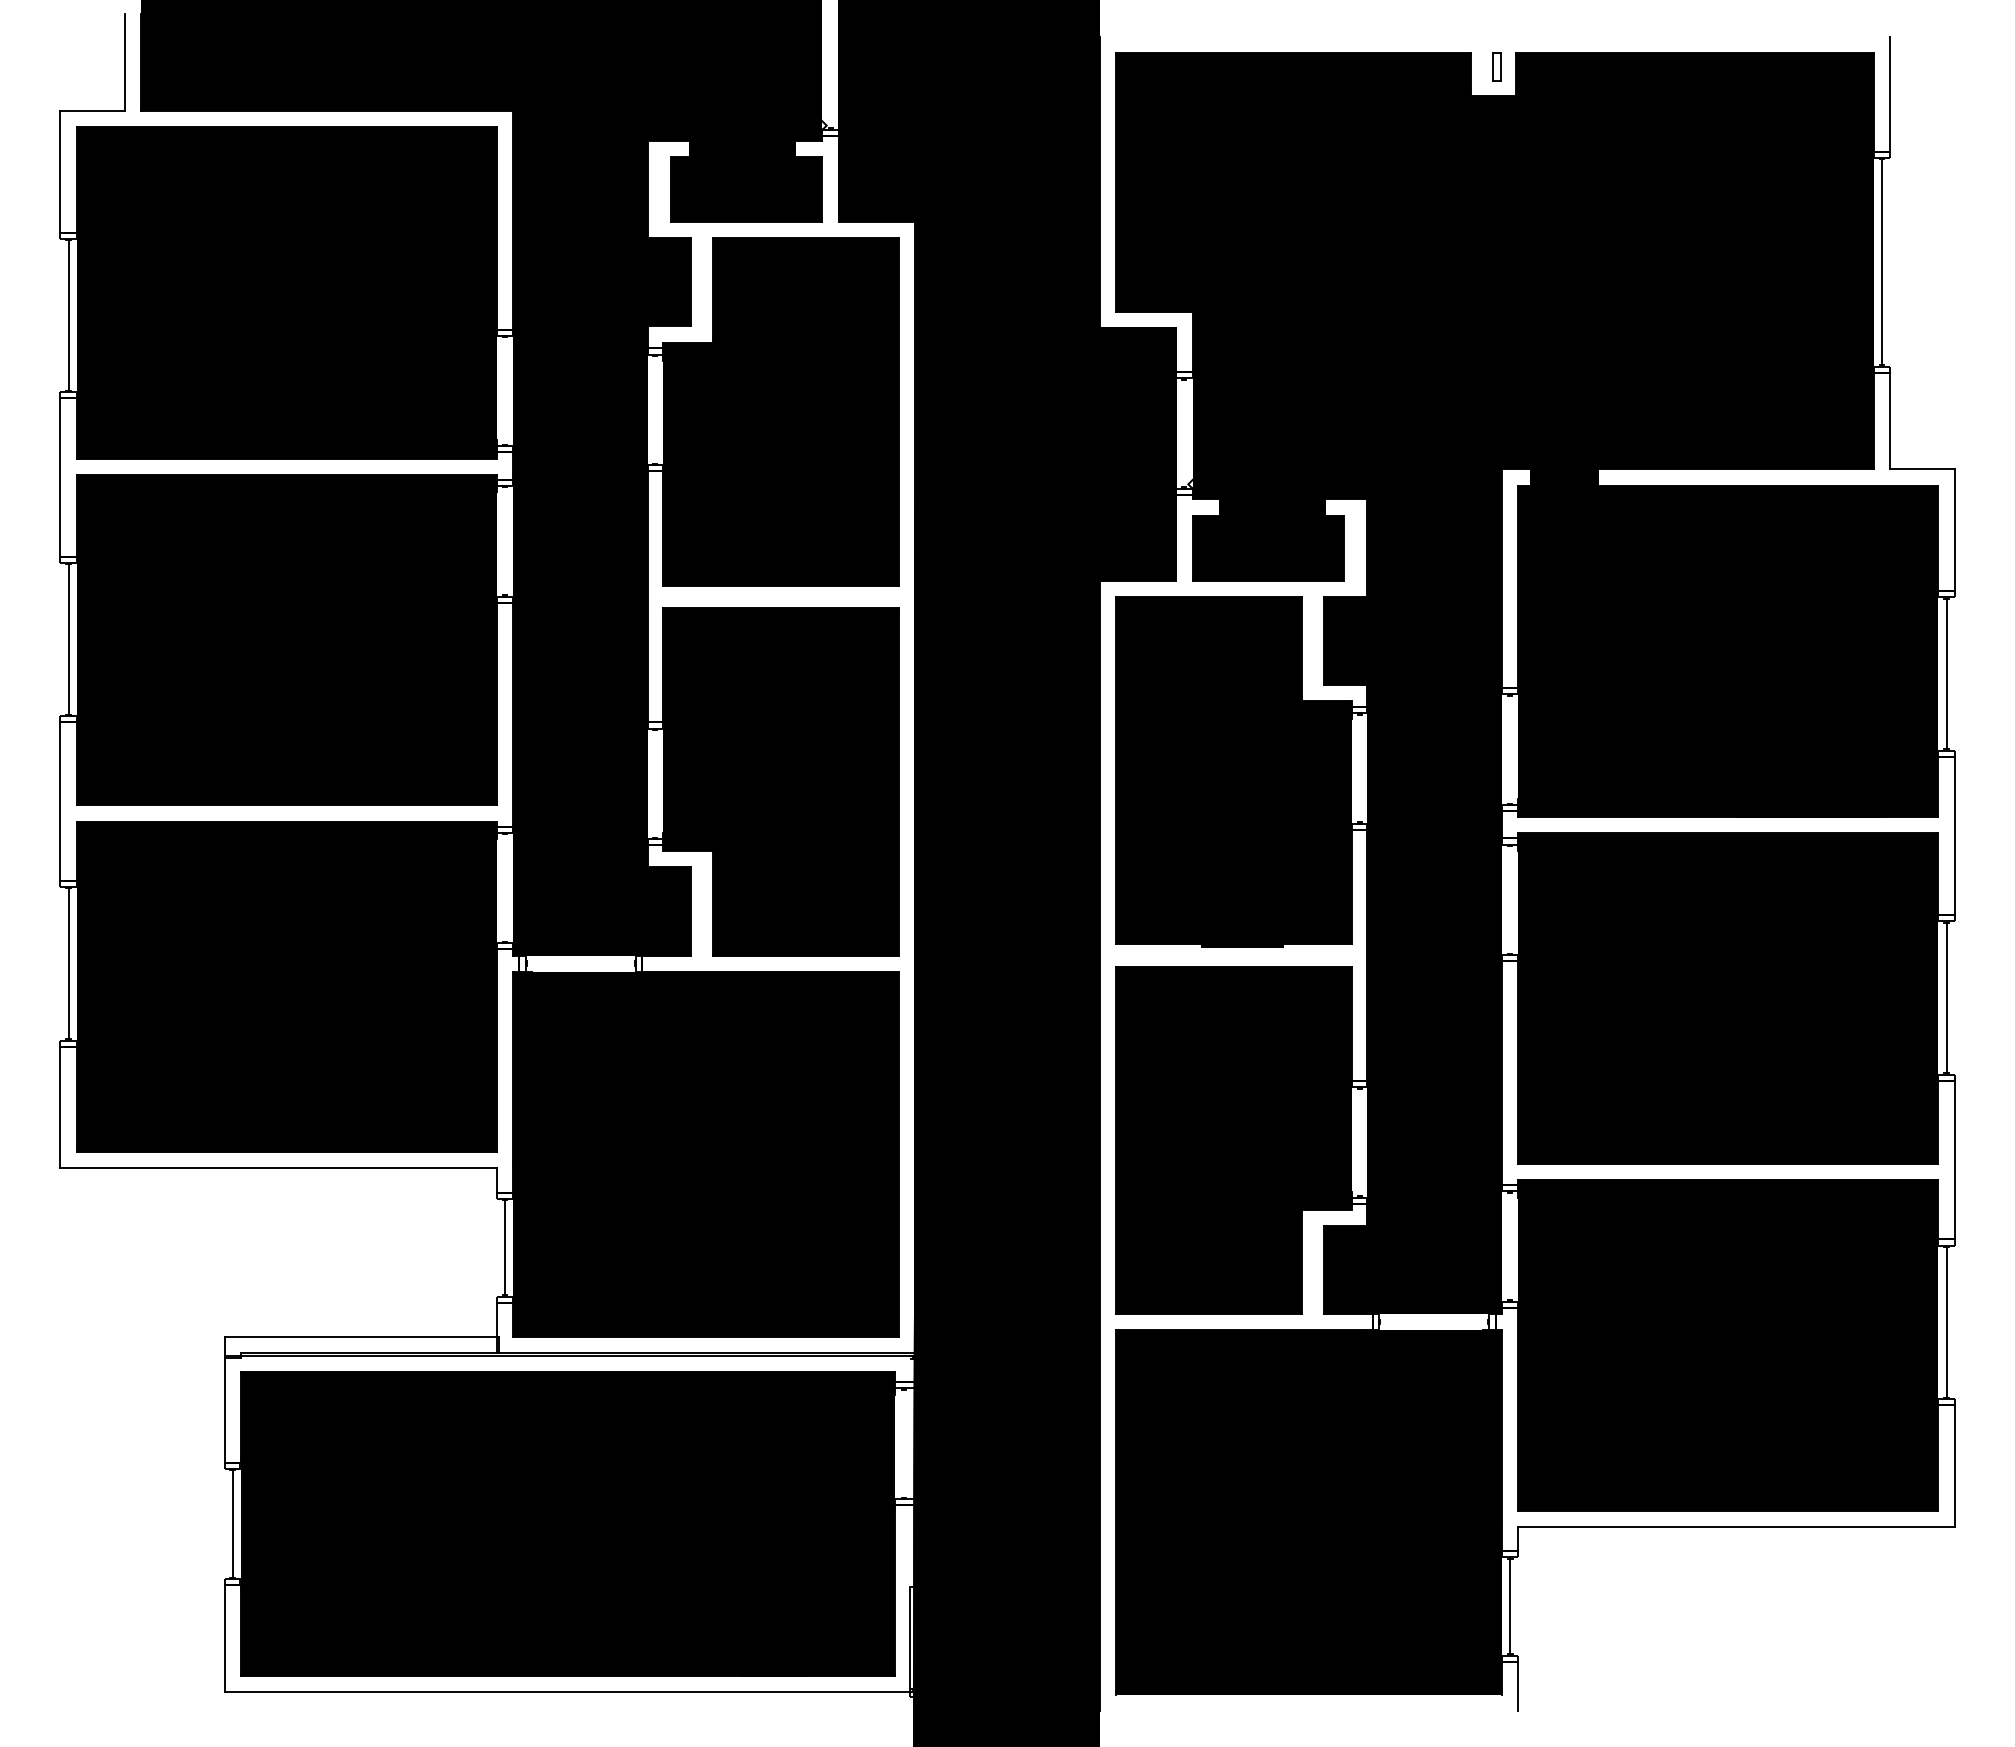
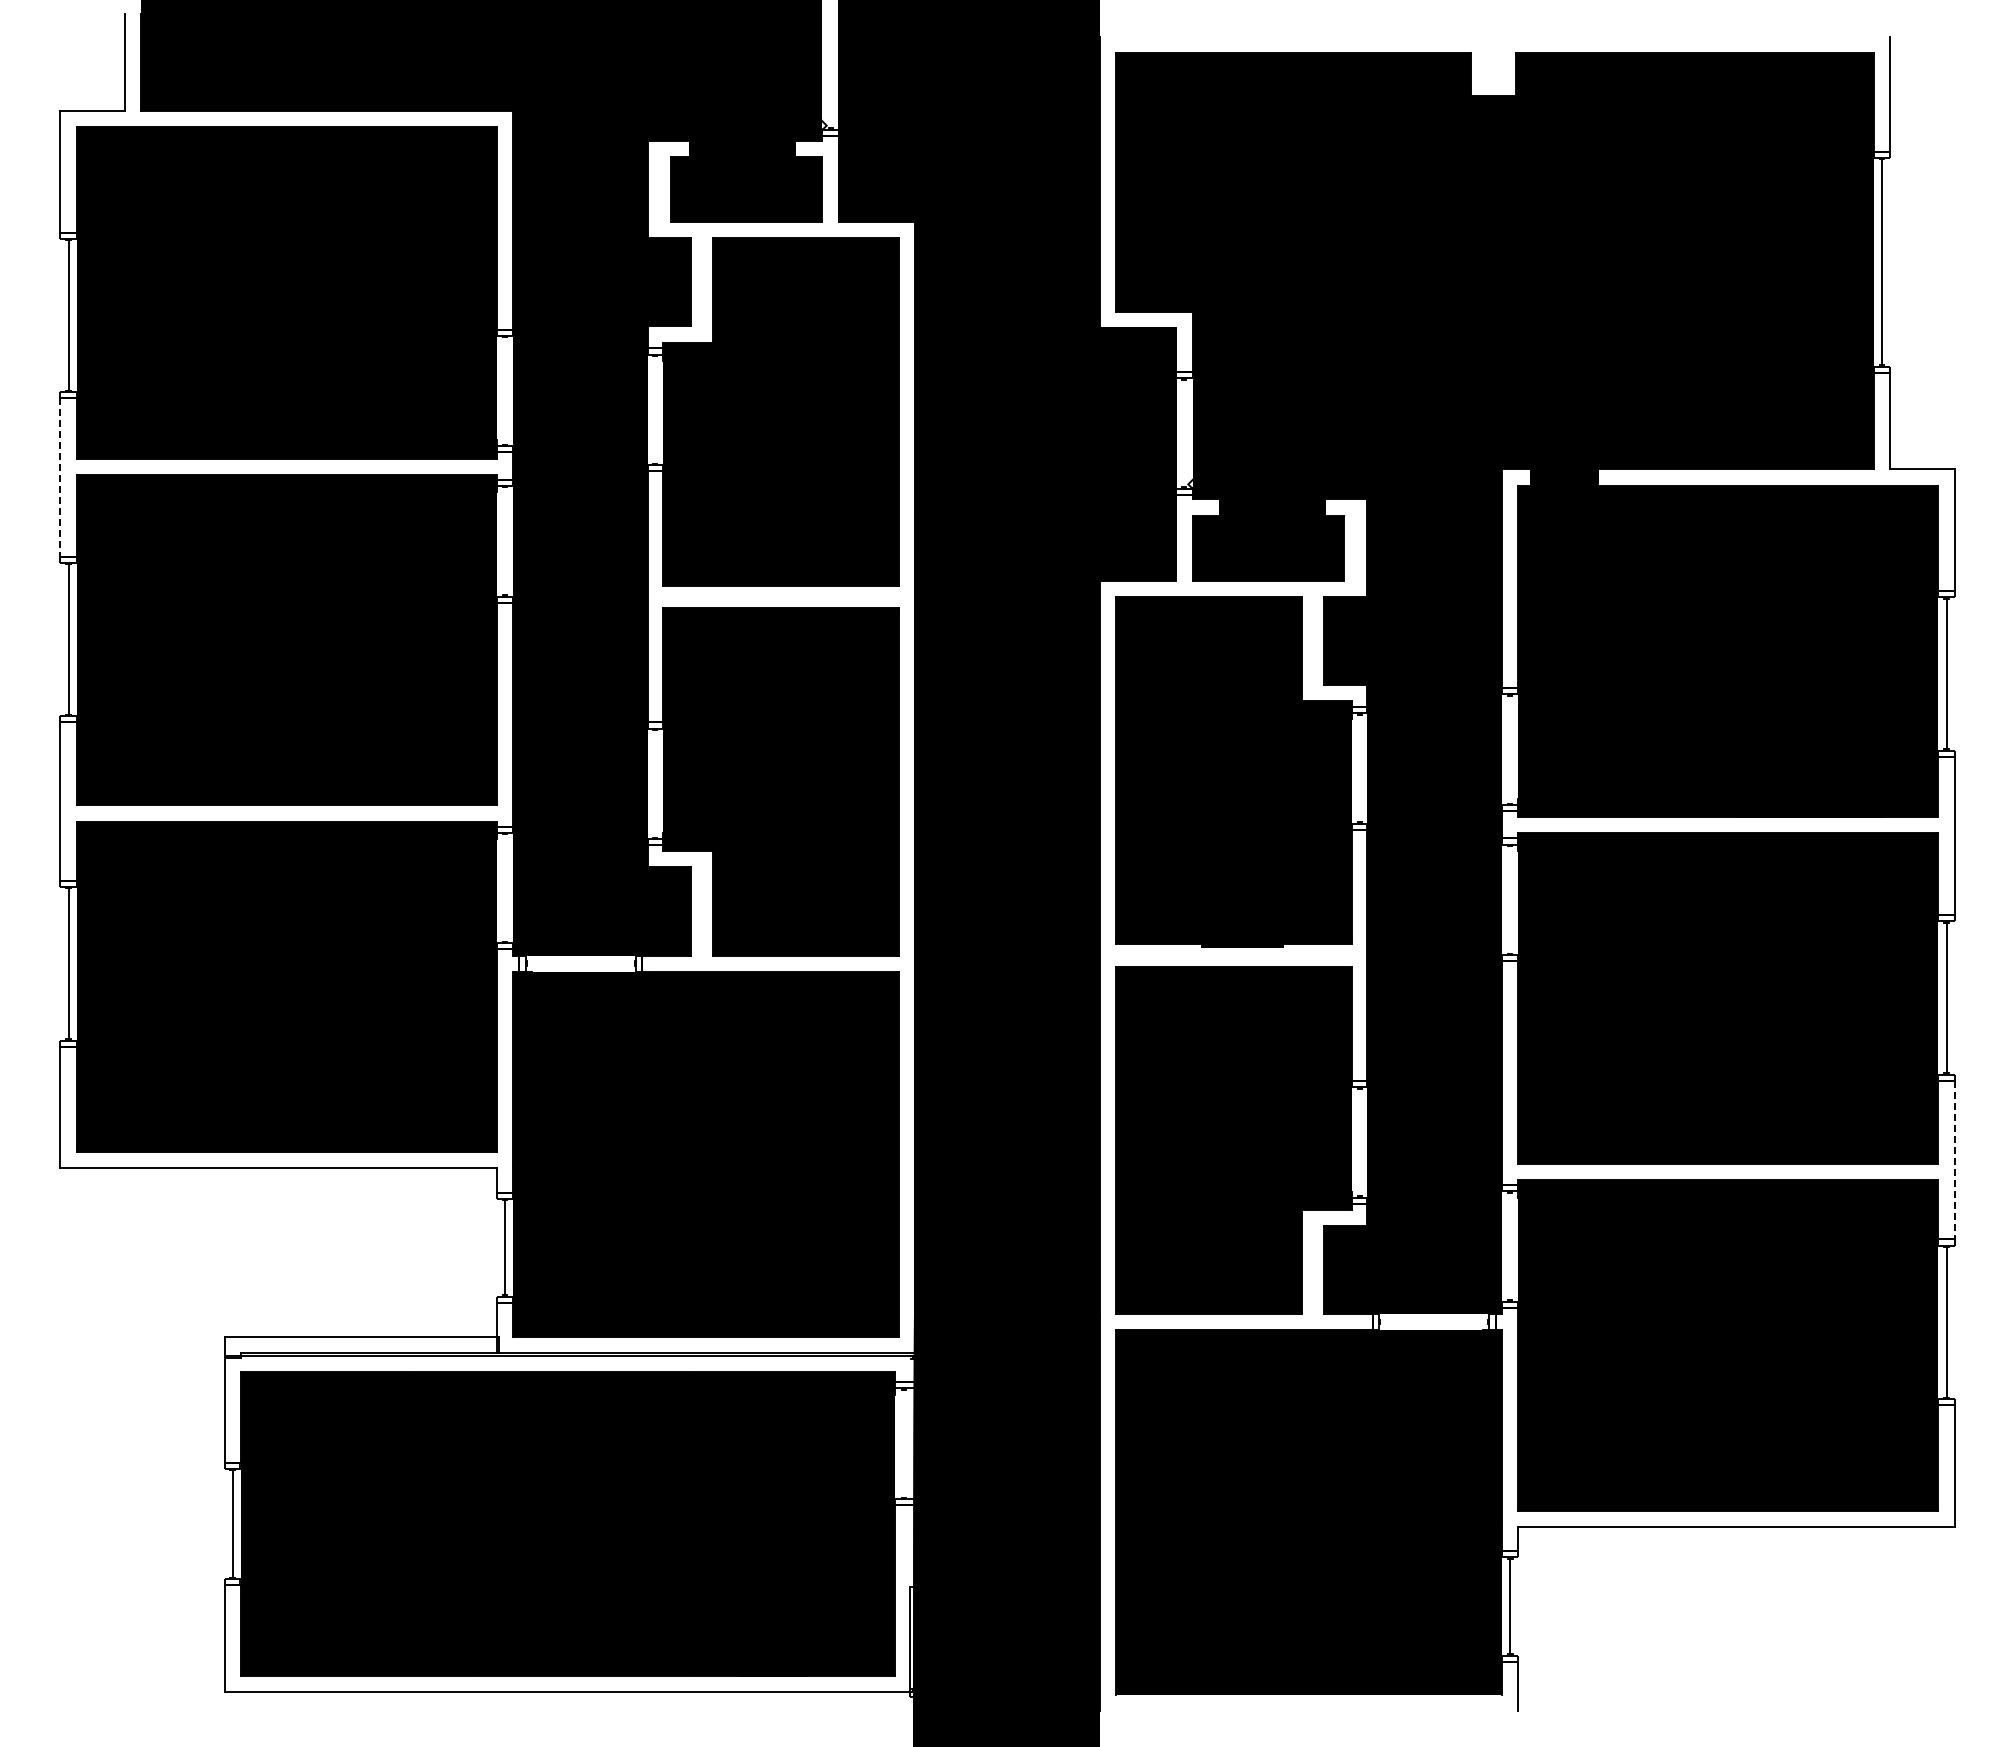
part at (1496, 66): present -> none
line at (60, 478): solid -> dashed
line at (1954, 1160): solid -> dashed
